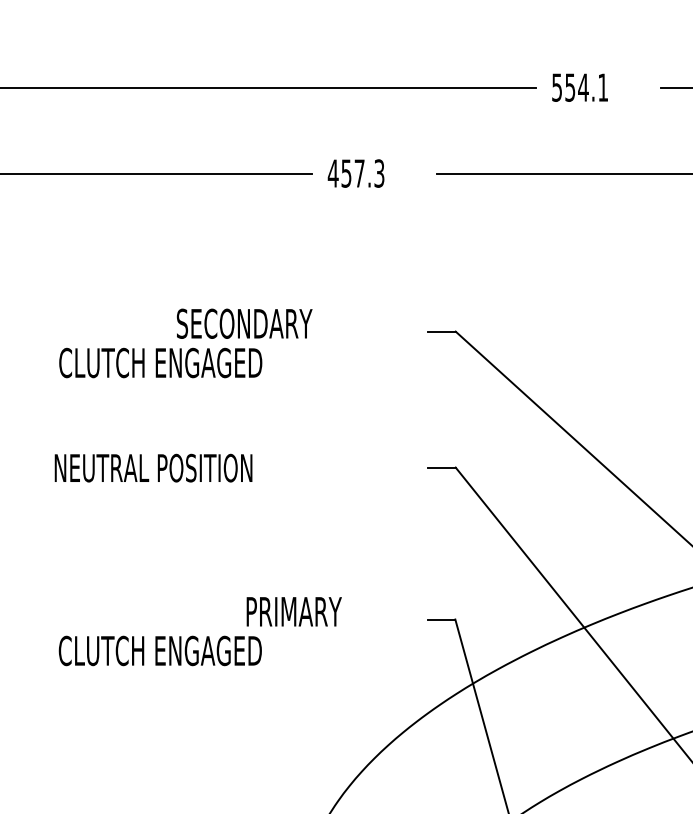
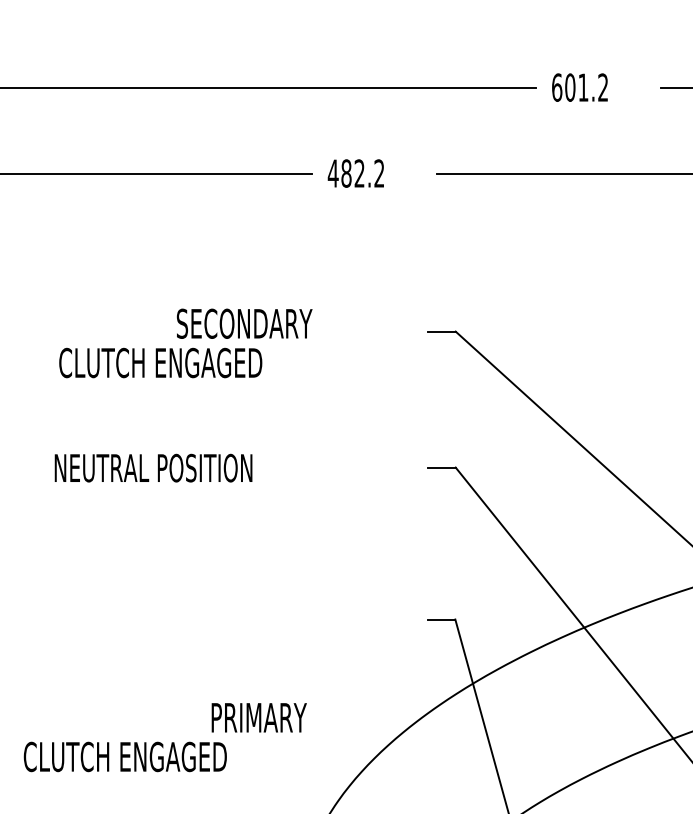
text at (579, 87): 554.1 -> 601.2
text at (362, 173): 457.3 -> 482.2
text at (199, 631) position: (199, 631) -> (164, 737)
